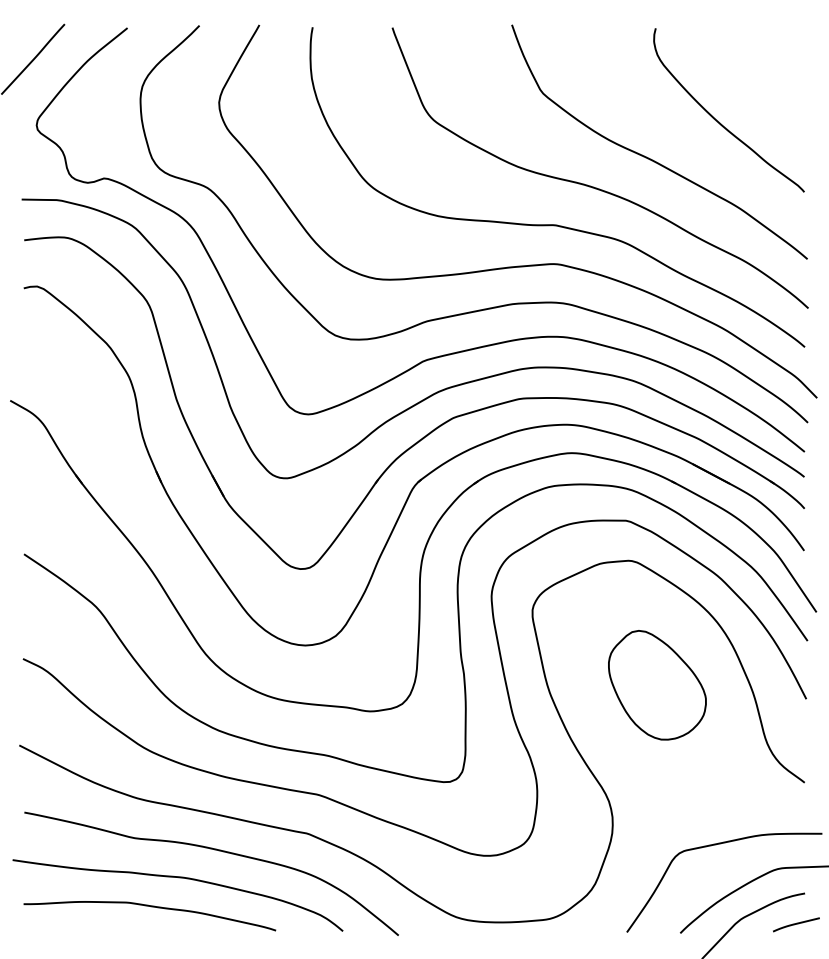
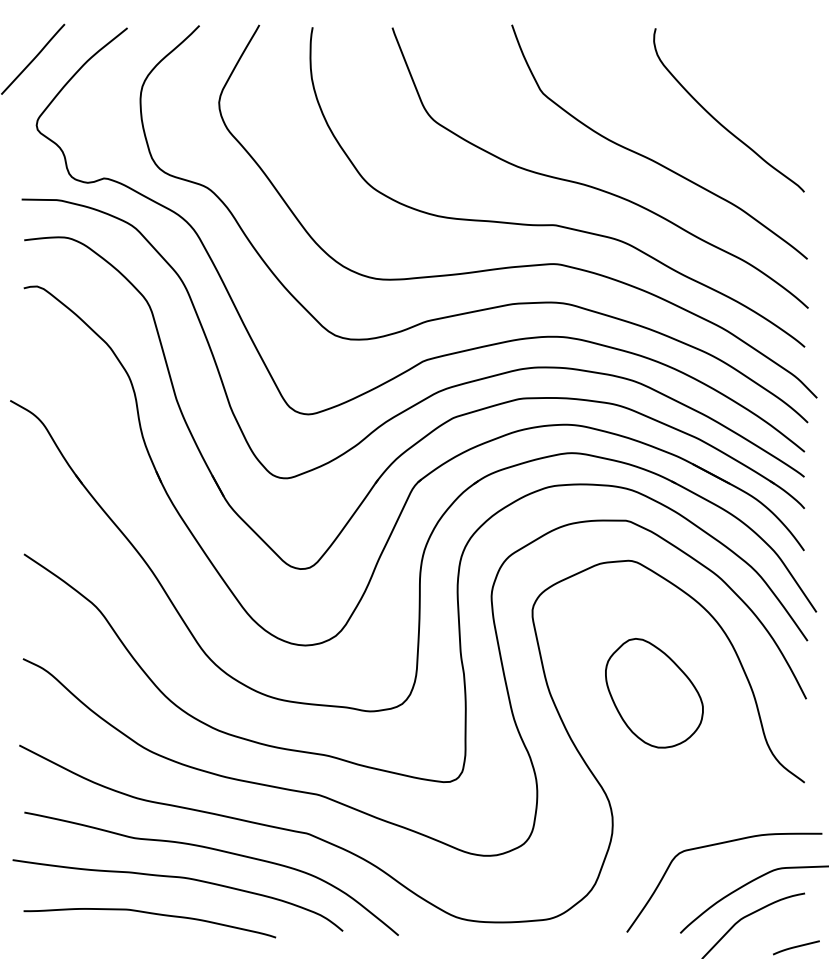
part at (657, 685) position: (657, 685) -> (654, 693)
curve at (151, 907) position: (151, 907) -> (151, 914)
curve at (796, 924) position: (796, 924) -> (796, 947)
